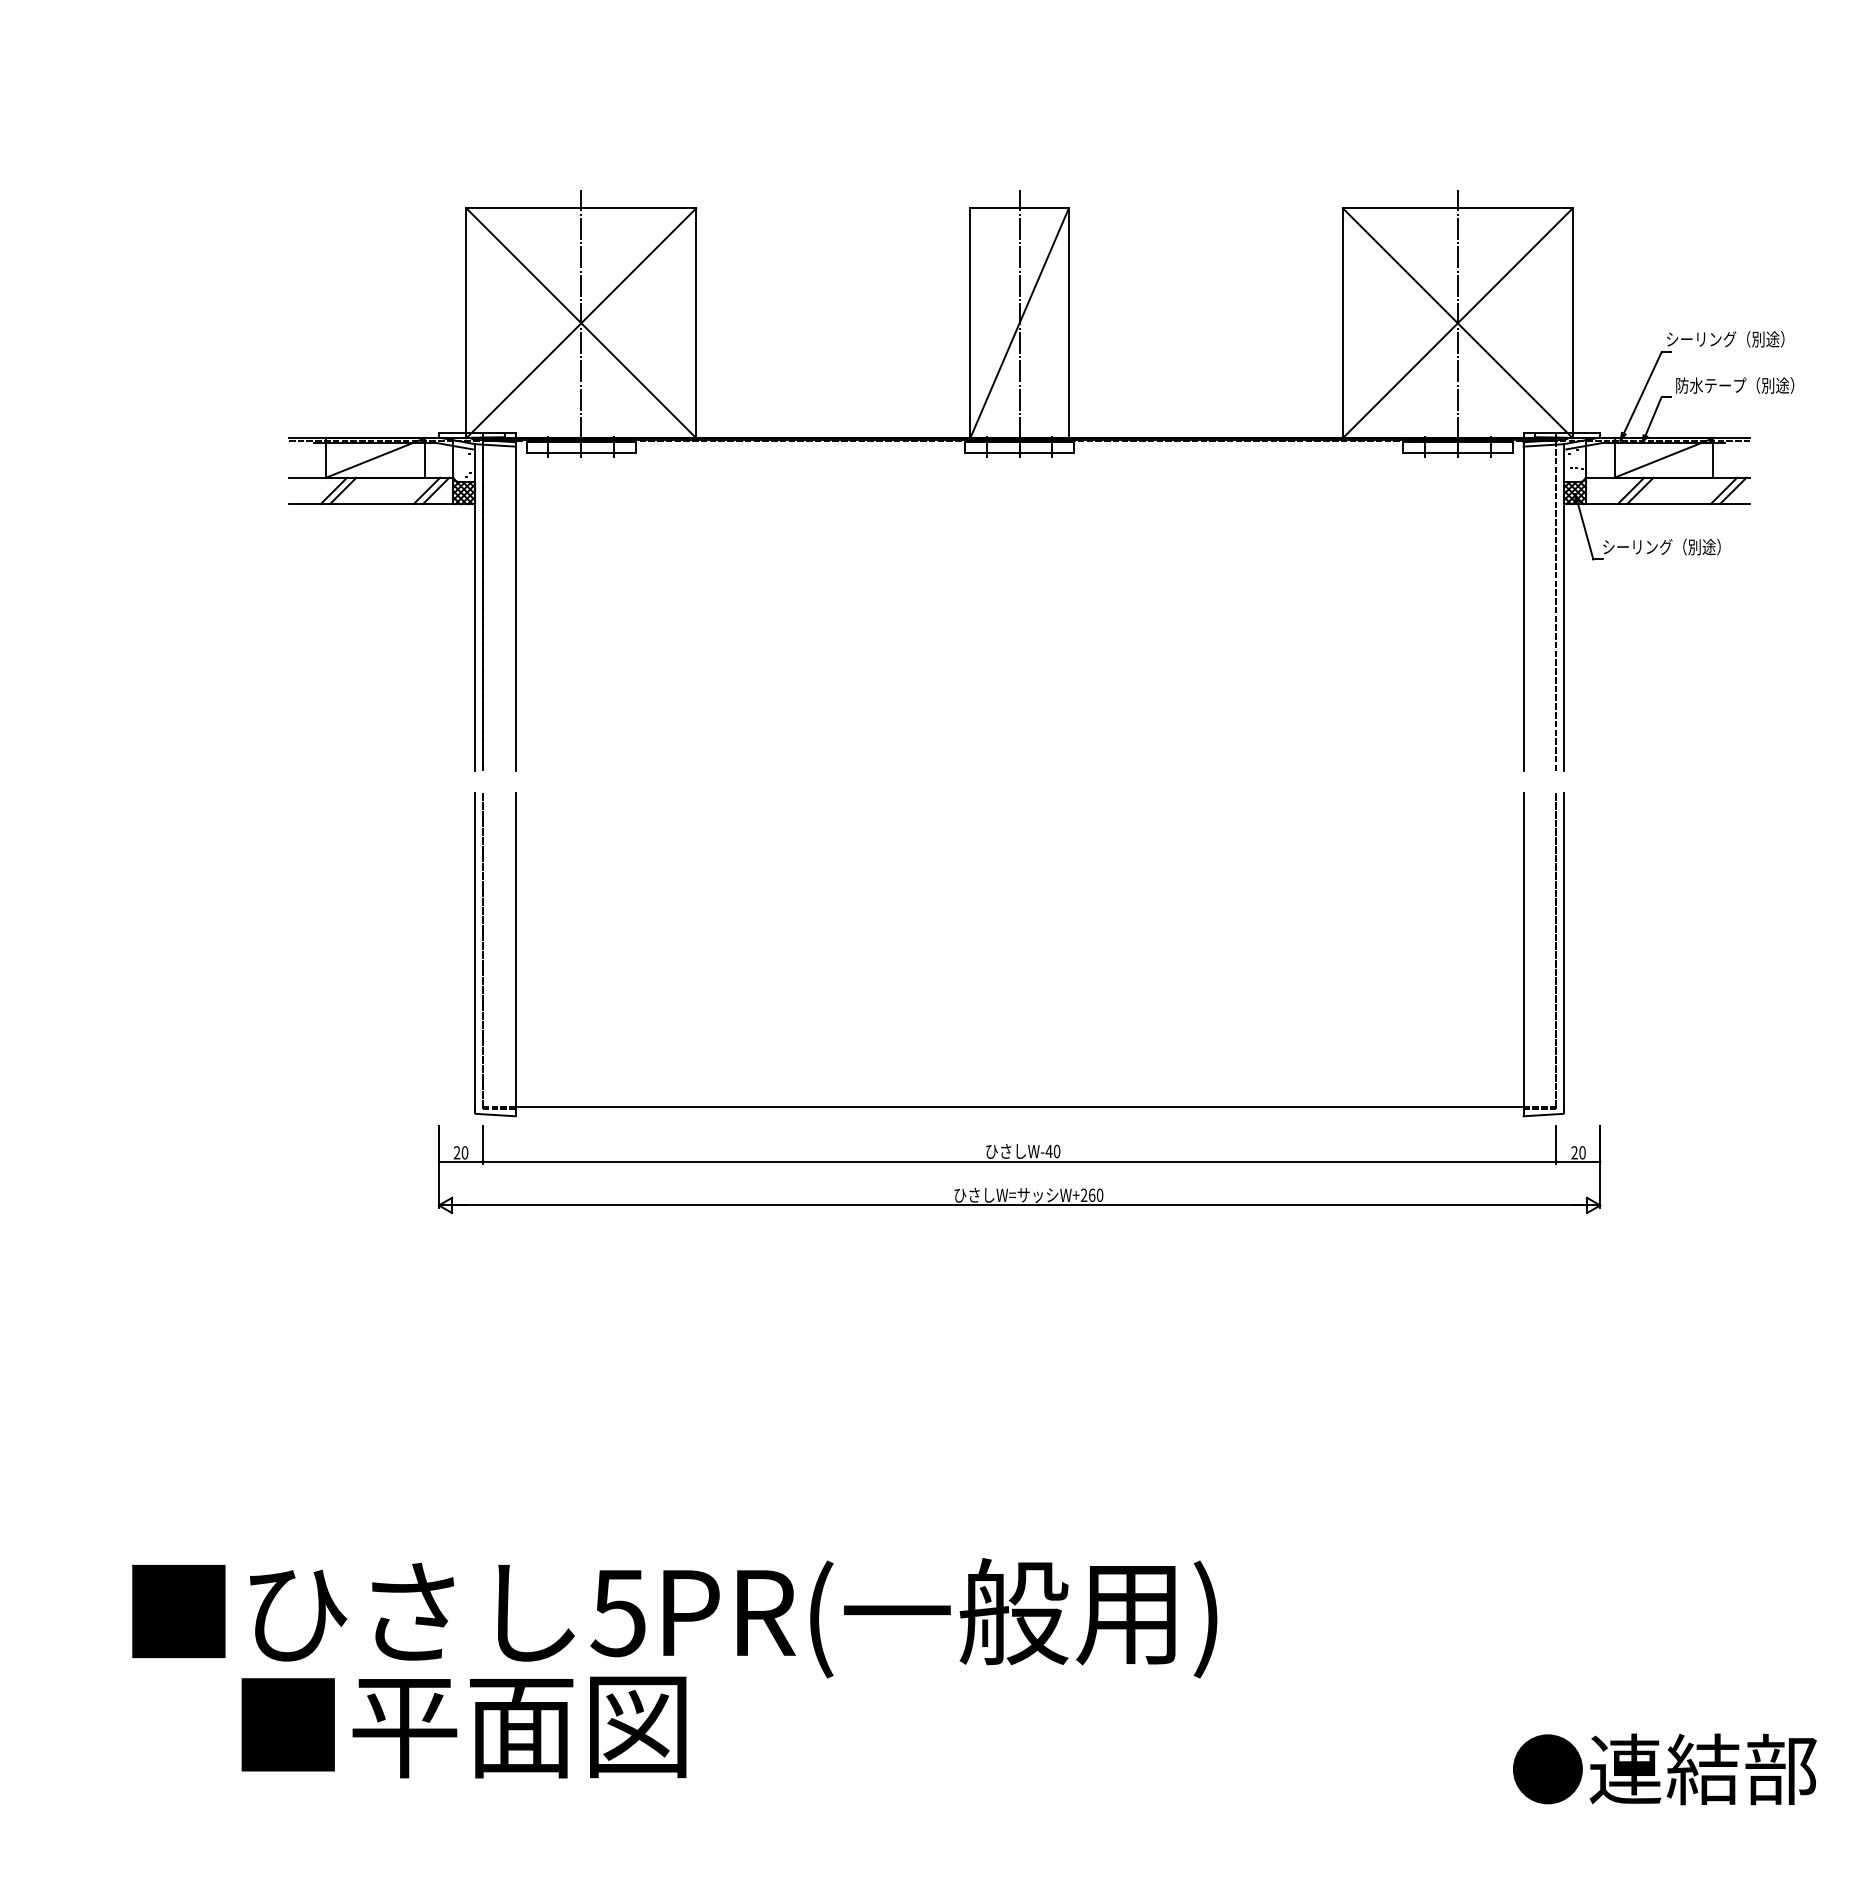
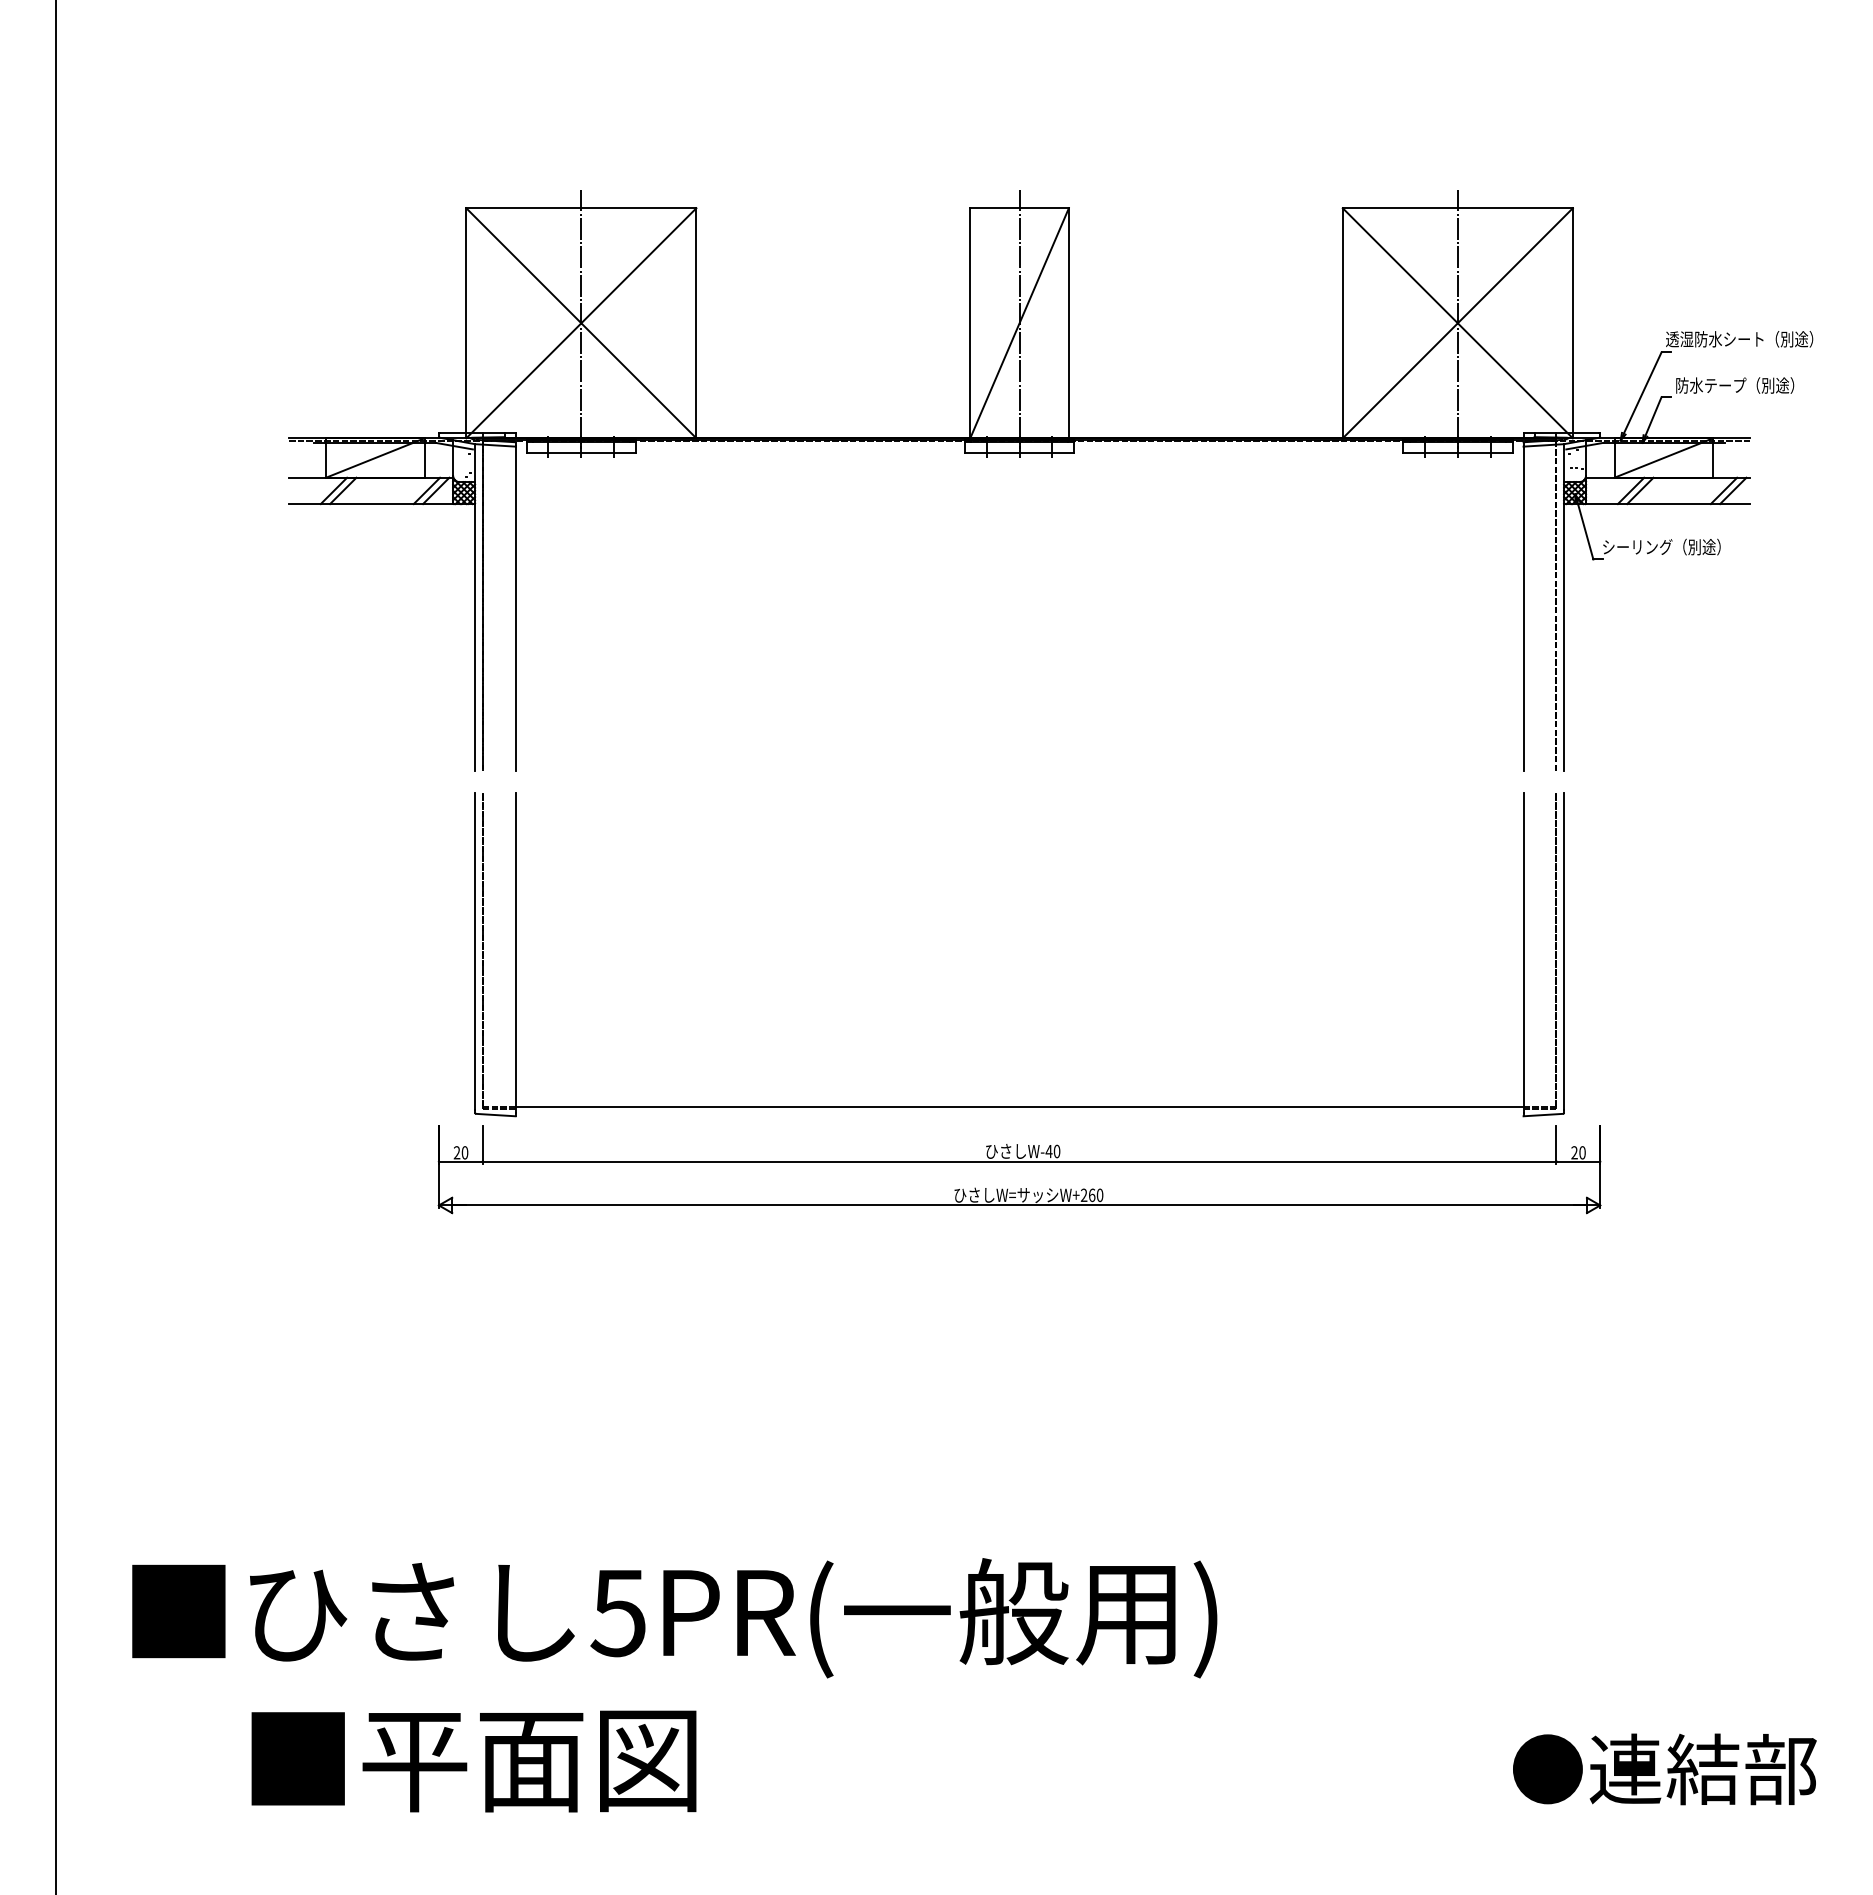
text at (1739, 339): シーリング（別途） -> 透湿防水シート（別途）
line at (55, 946): none -> present
text at (463, 1727) position: (463, 1727) -> (473, 1761)
